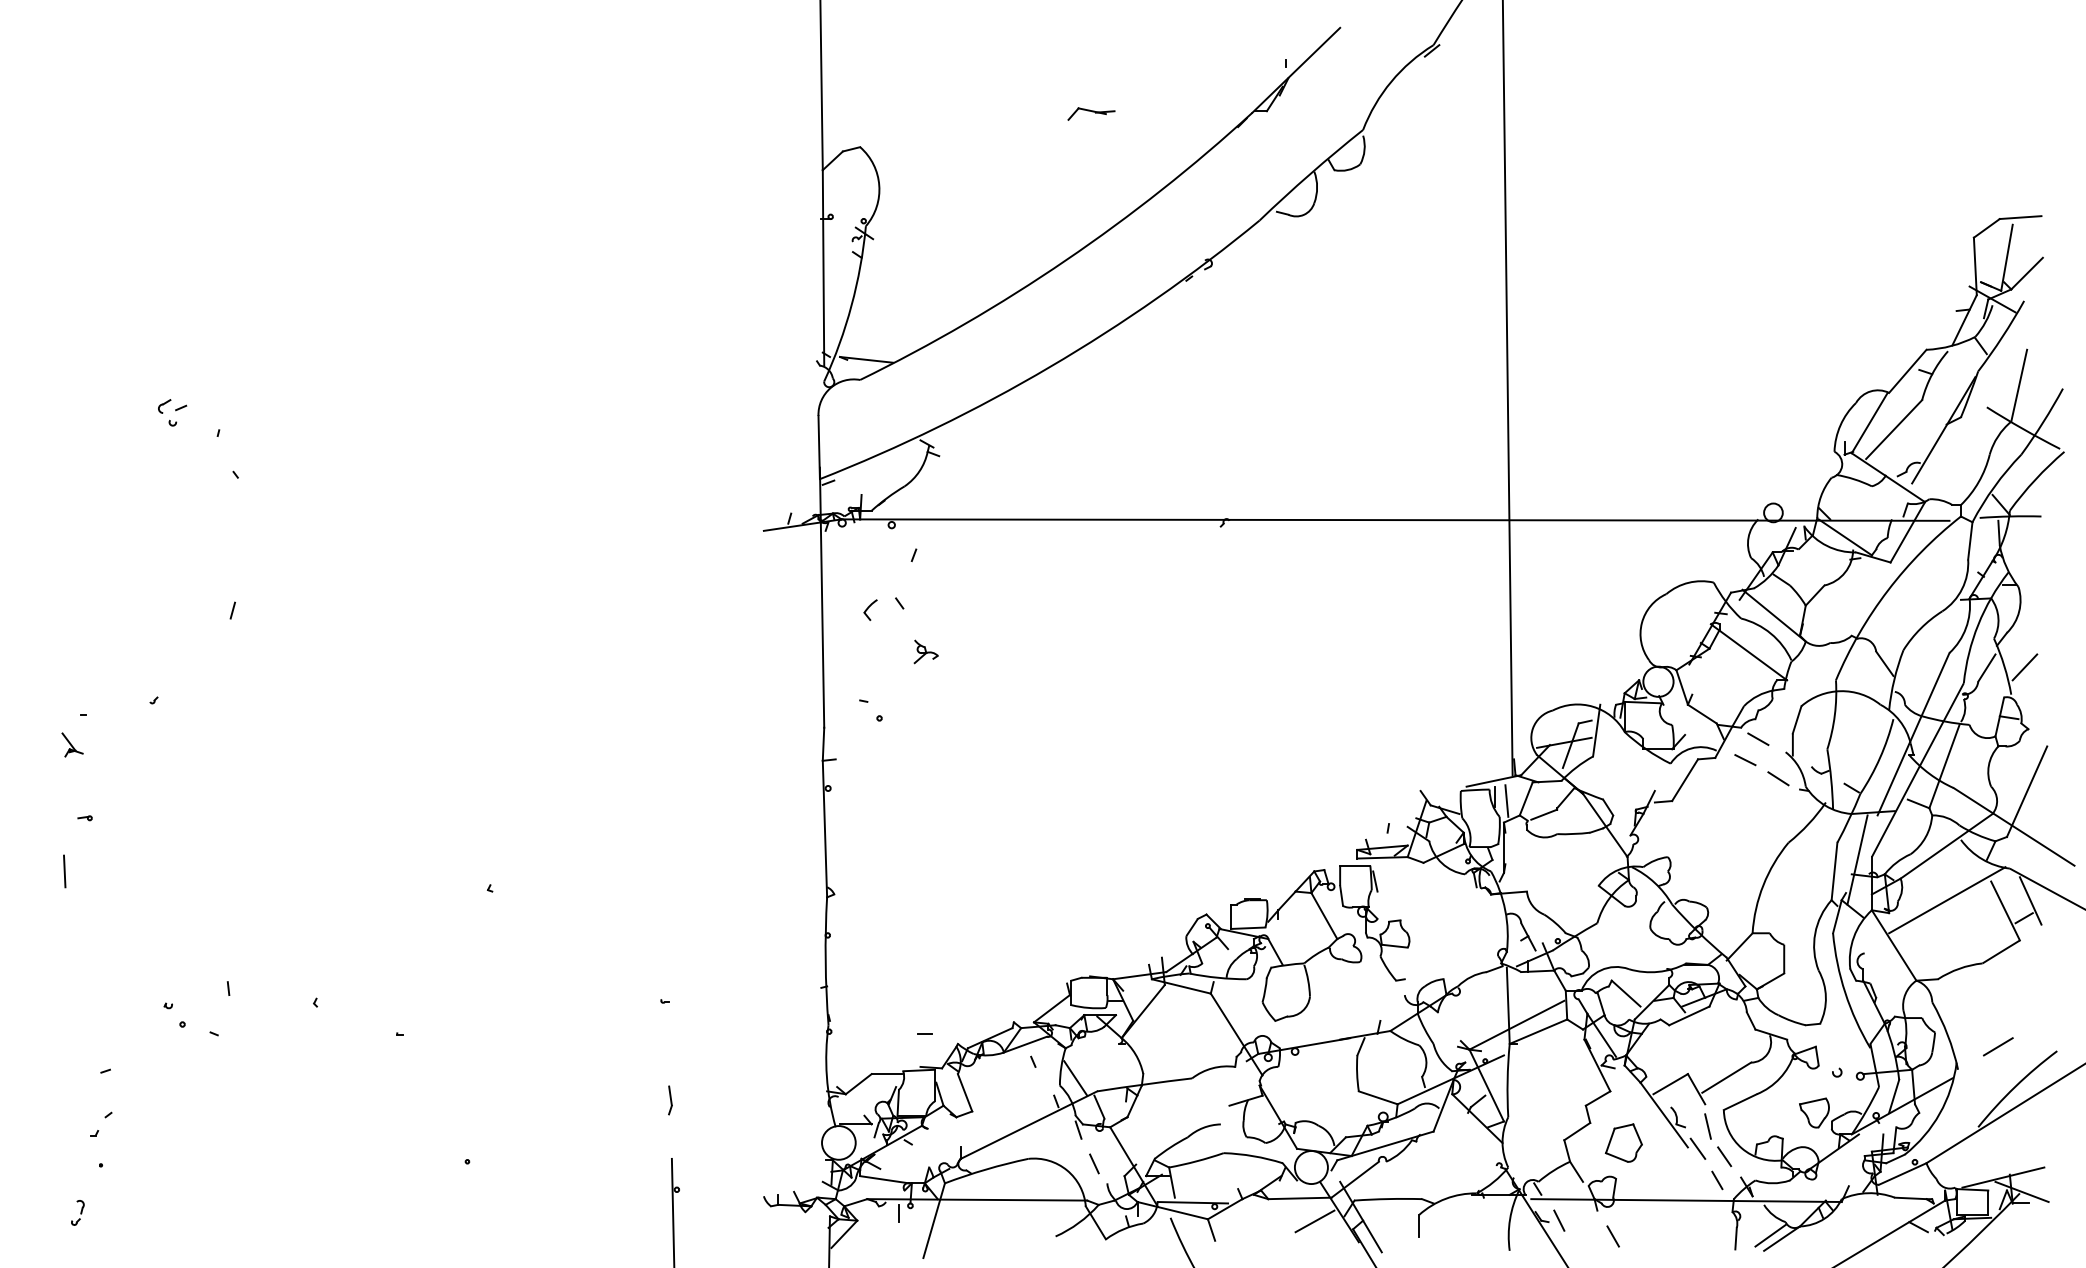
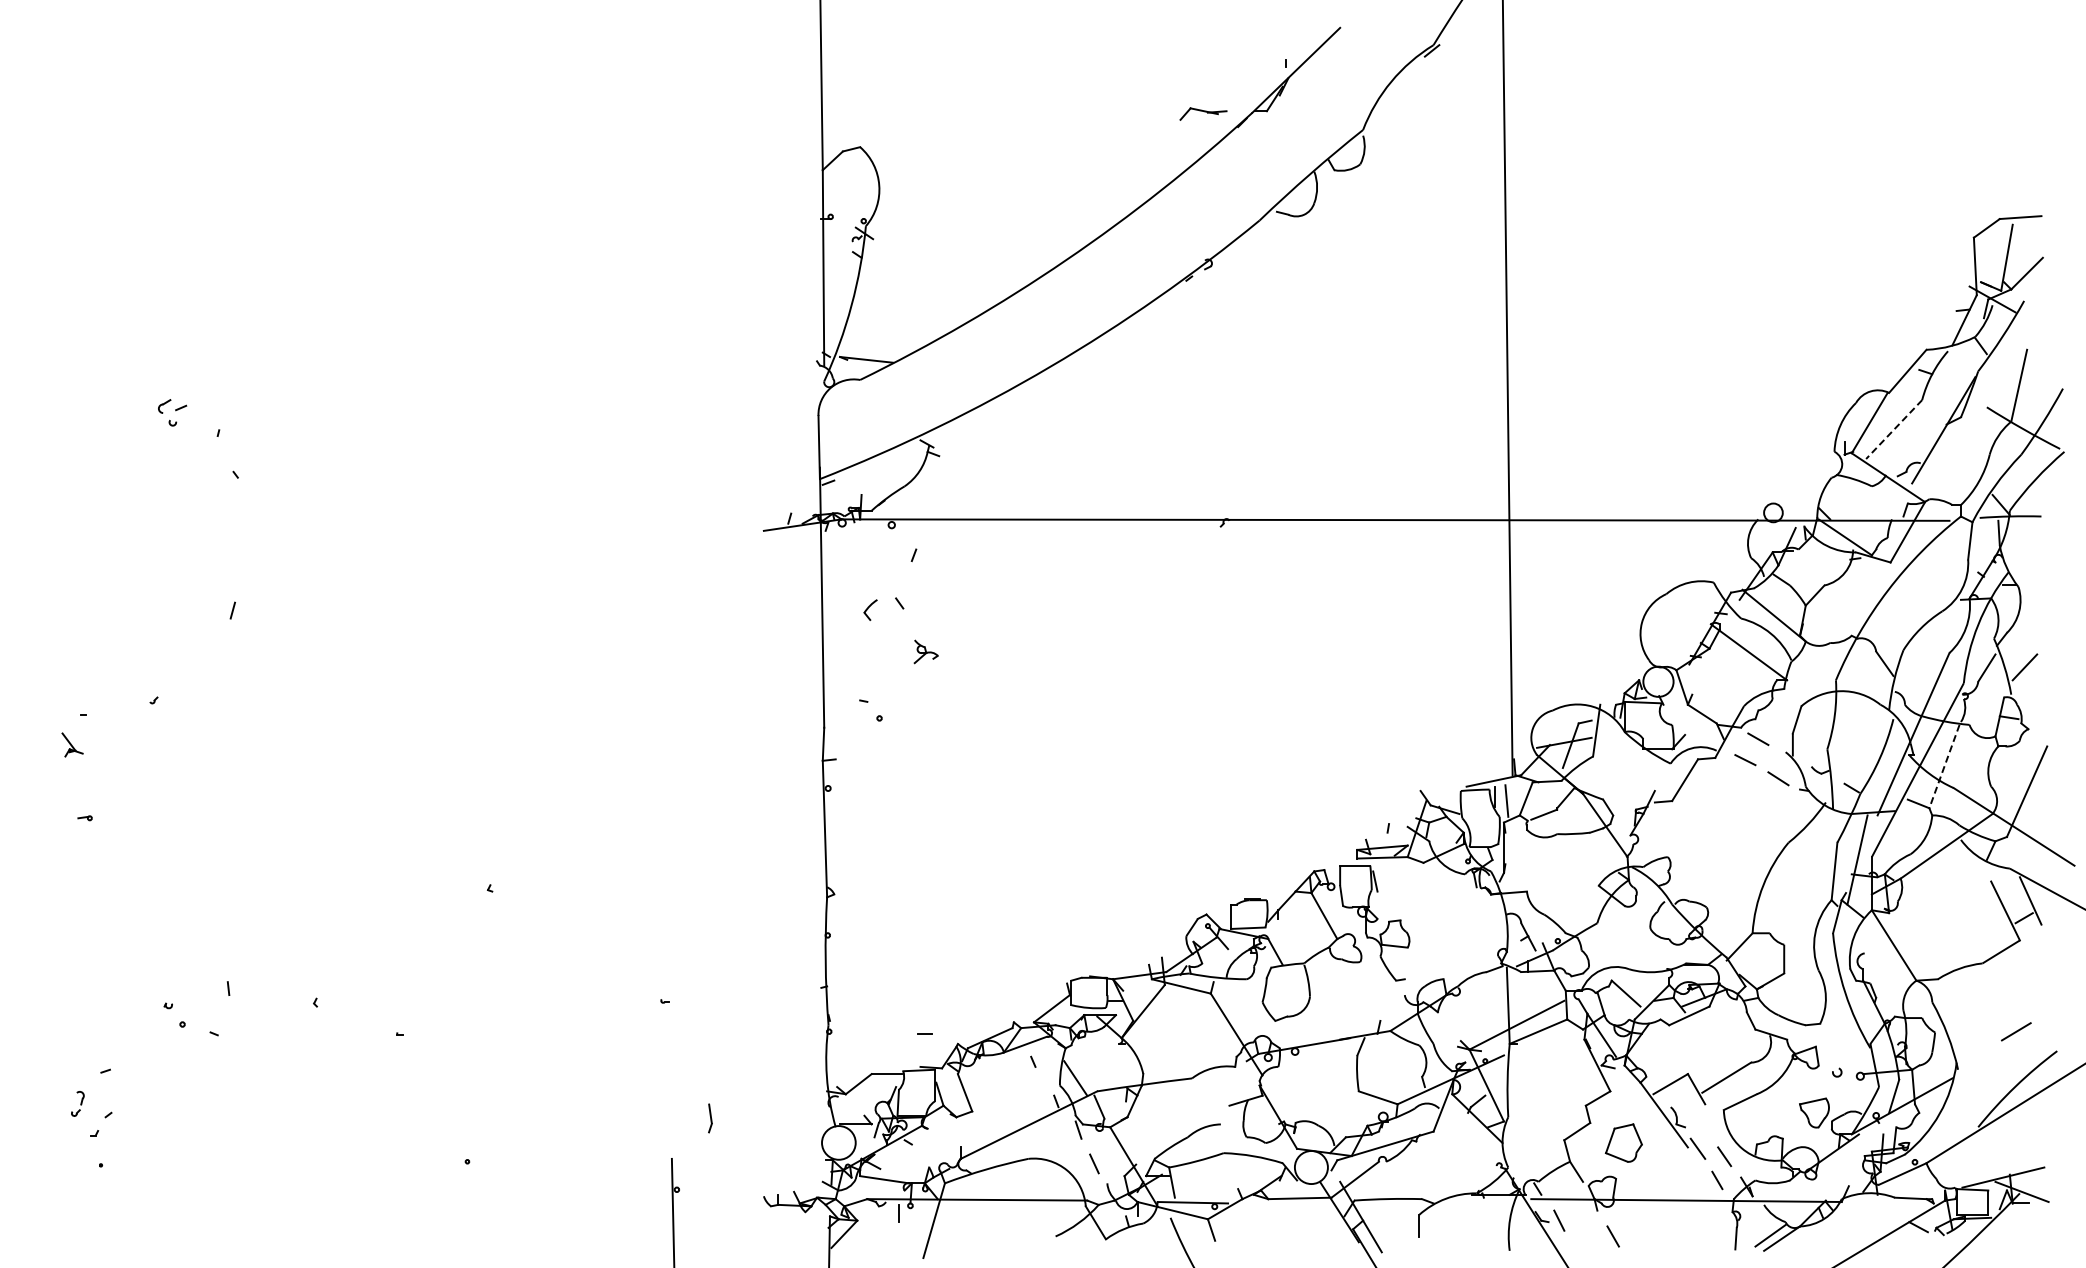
part at (1091, 113) position: (1091, 113) -> (1203, 113)
line at (1894, 429): solid -> dashed
line at (1944, 767): solid -> dashed
line at (64, 871): present -> none
line at (1947, 900): present -> none
line at (1998, 1046) position: (1998, 1046) -> (2016, 1031)
part at (670, 1100) position: (670, 1100) -> (710, 1118)
line at (1707, 1126): present -> none
part at (77, 1212) position: (77, 1212) -> (77, 1103)
line at (1314, 1221): present -> none
